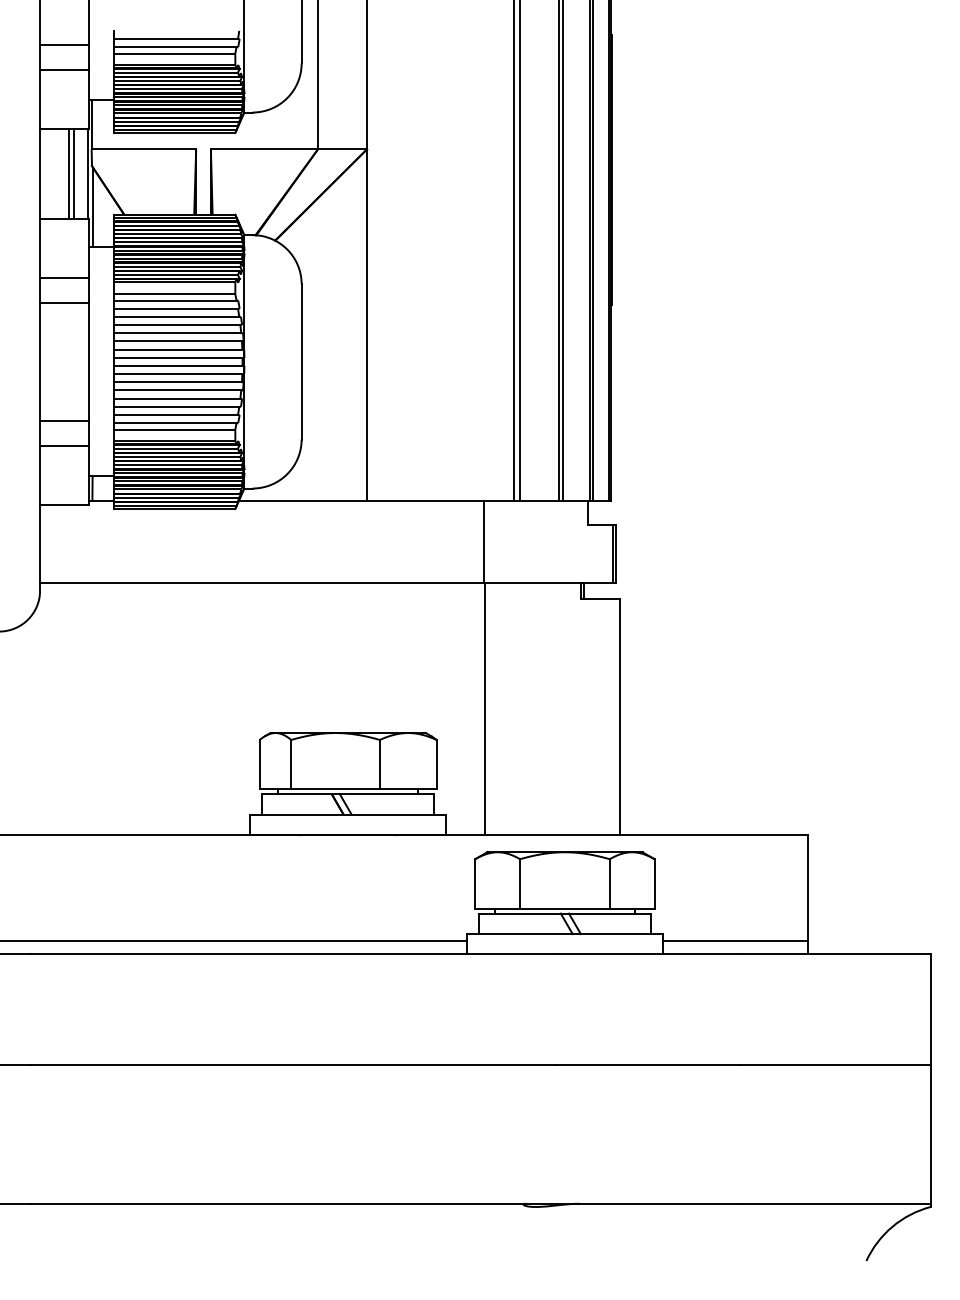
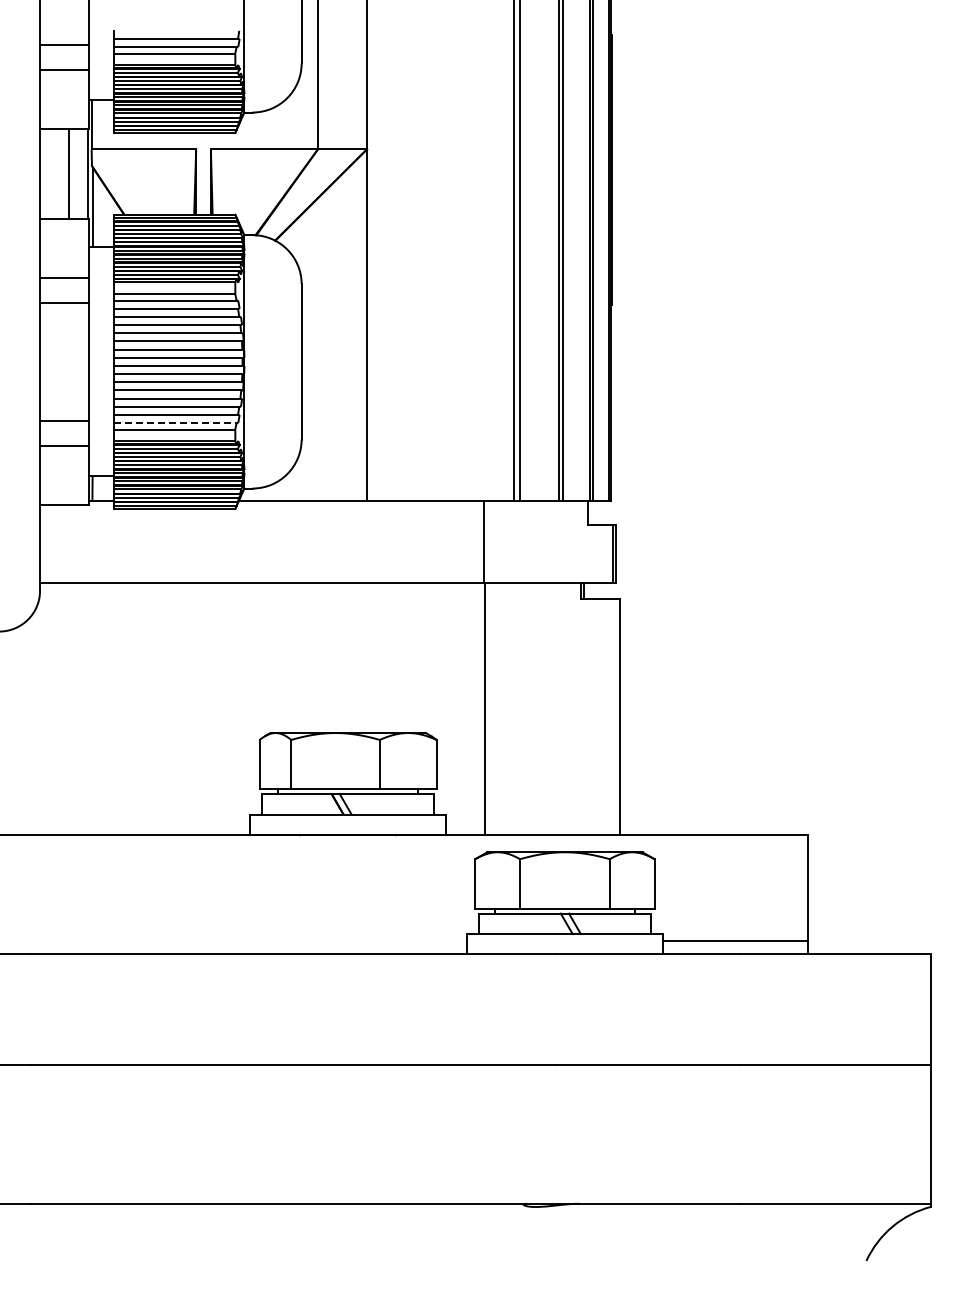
line at (73, 173): present -> none
line at (175, 423): solid -> dashed
line at (234, 941): present -> none
